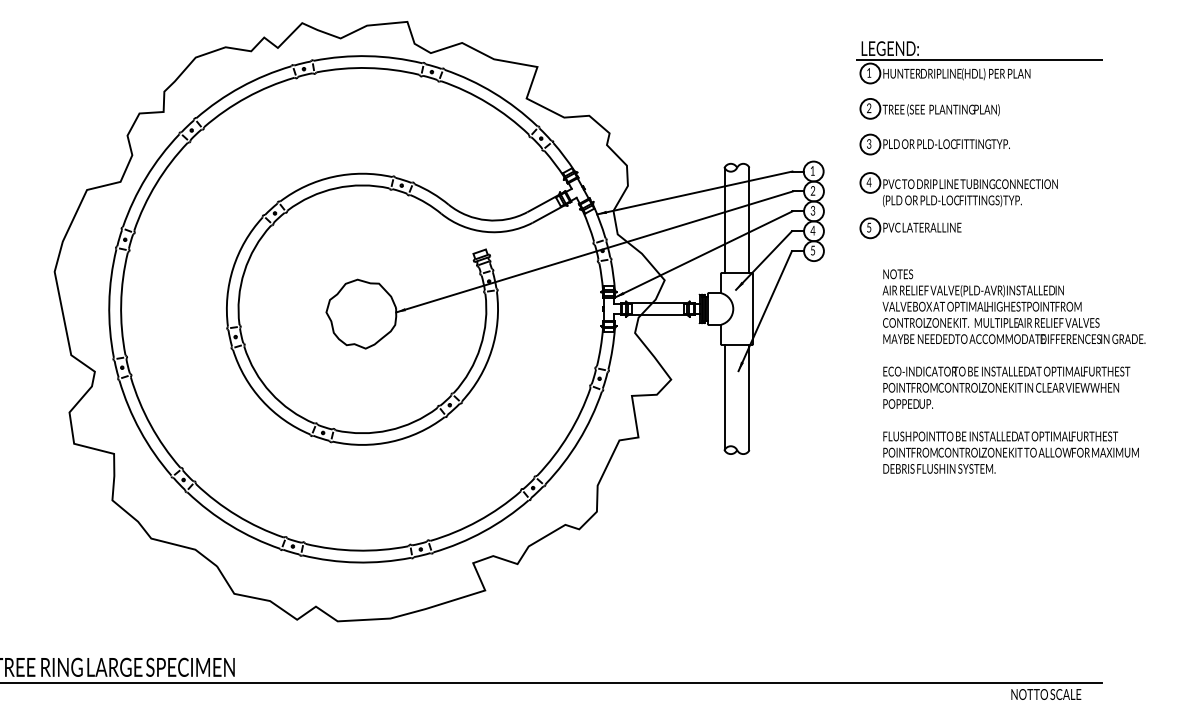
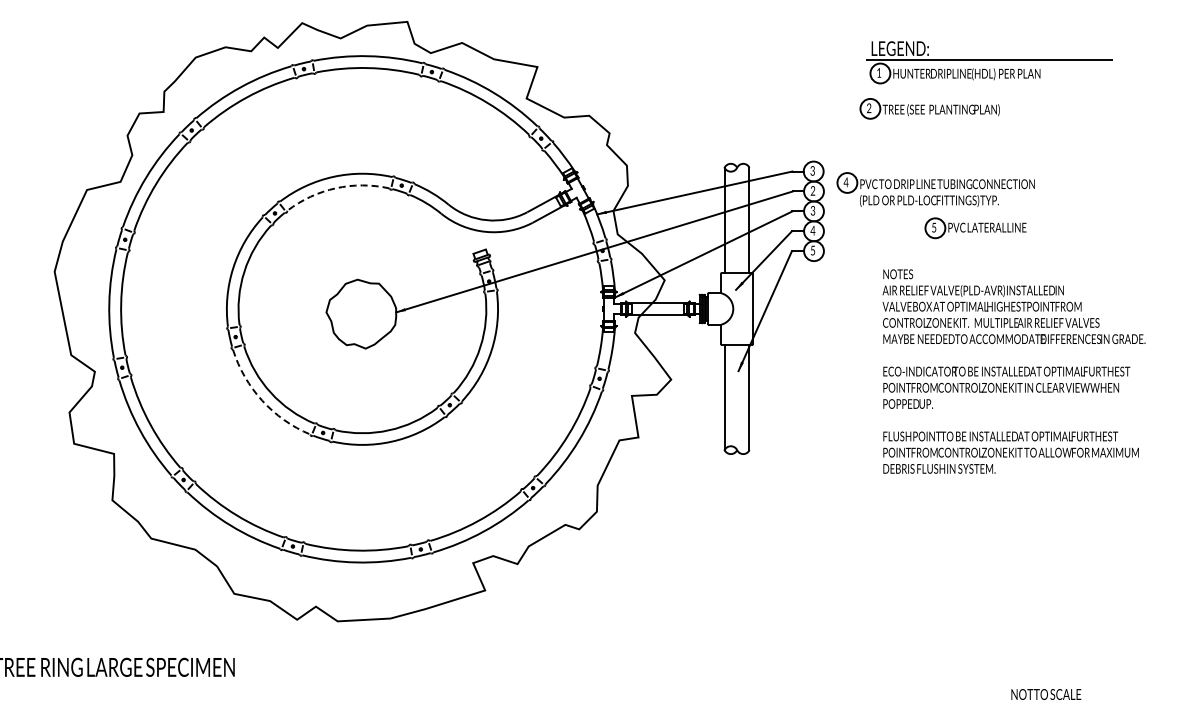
part at (979, 62) position: (979, 62) -> (989, 62)
part at (934, 144): present -> none
text at (812, 170): 1 -> 3
arc at (335, 188): solid -> dashed
part at (958, 189) position: (958, 189) -> (935, 189)
part at (910, 228) position: (910, 228) -> (975, 228)
arc at (262, 400): solid -> dashed
line at (551, 683): present -> none
